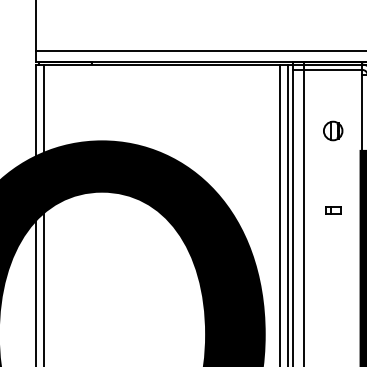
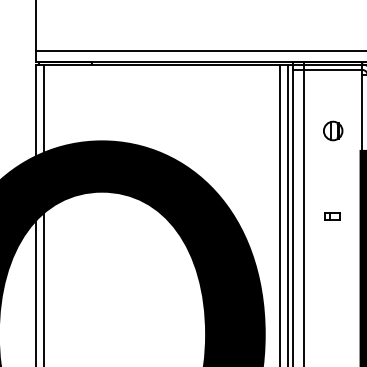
part at (333, 210) position: (333, 210) -> (332, 216)
